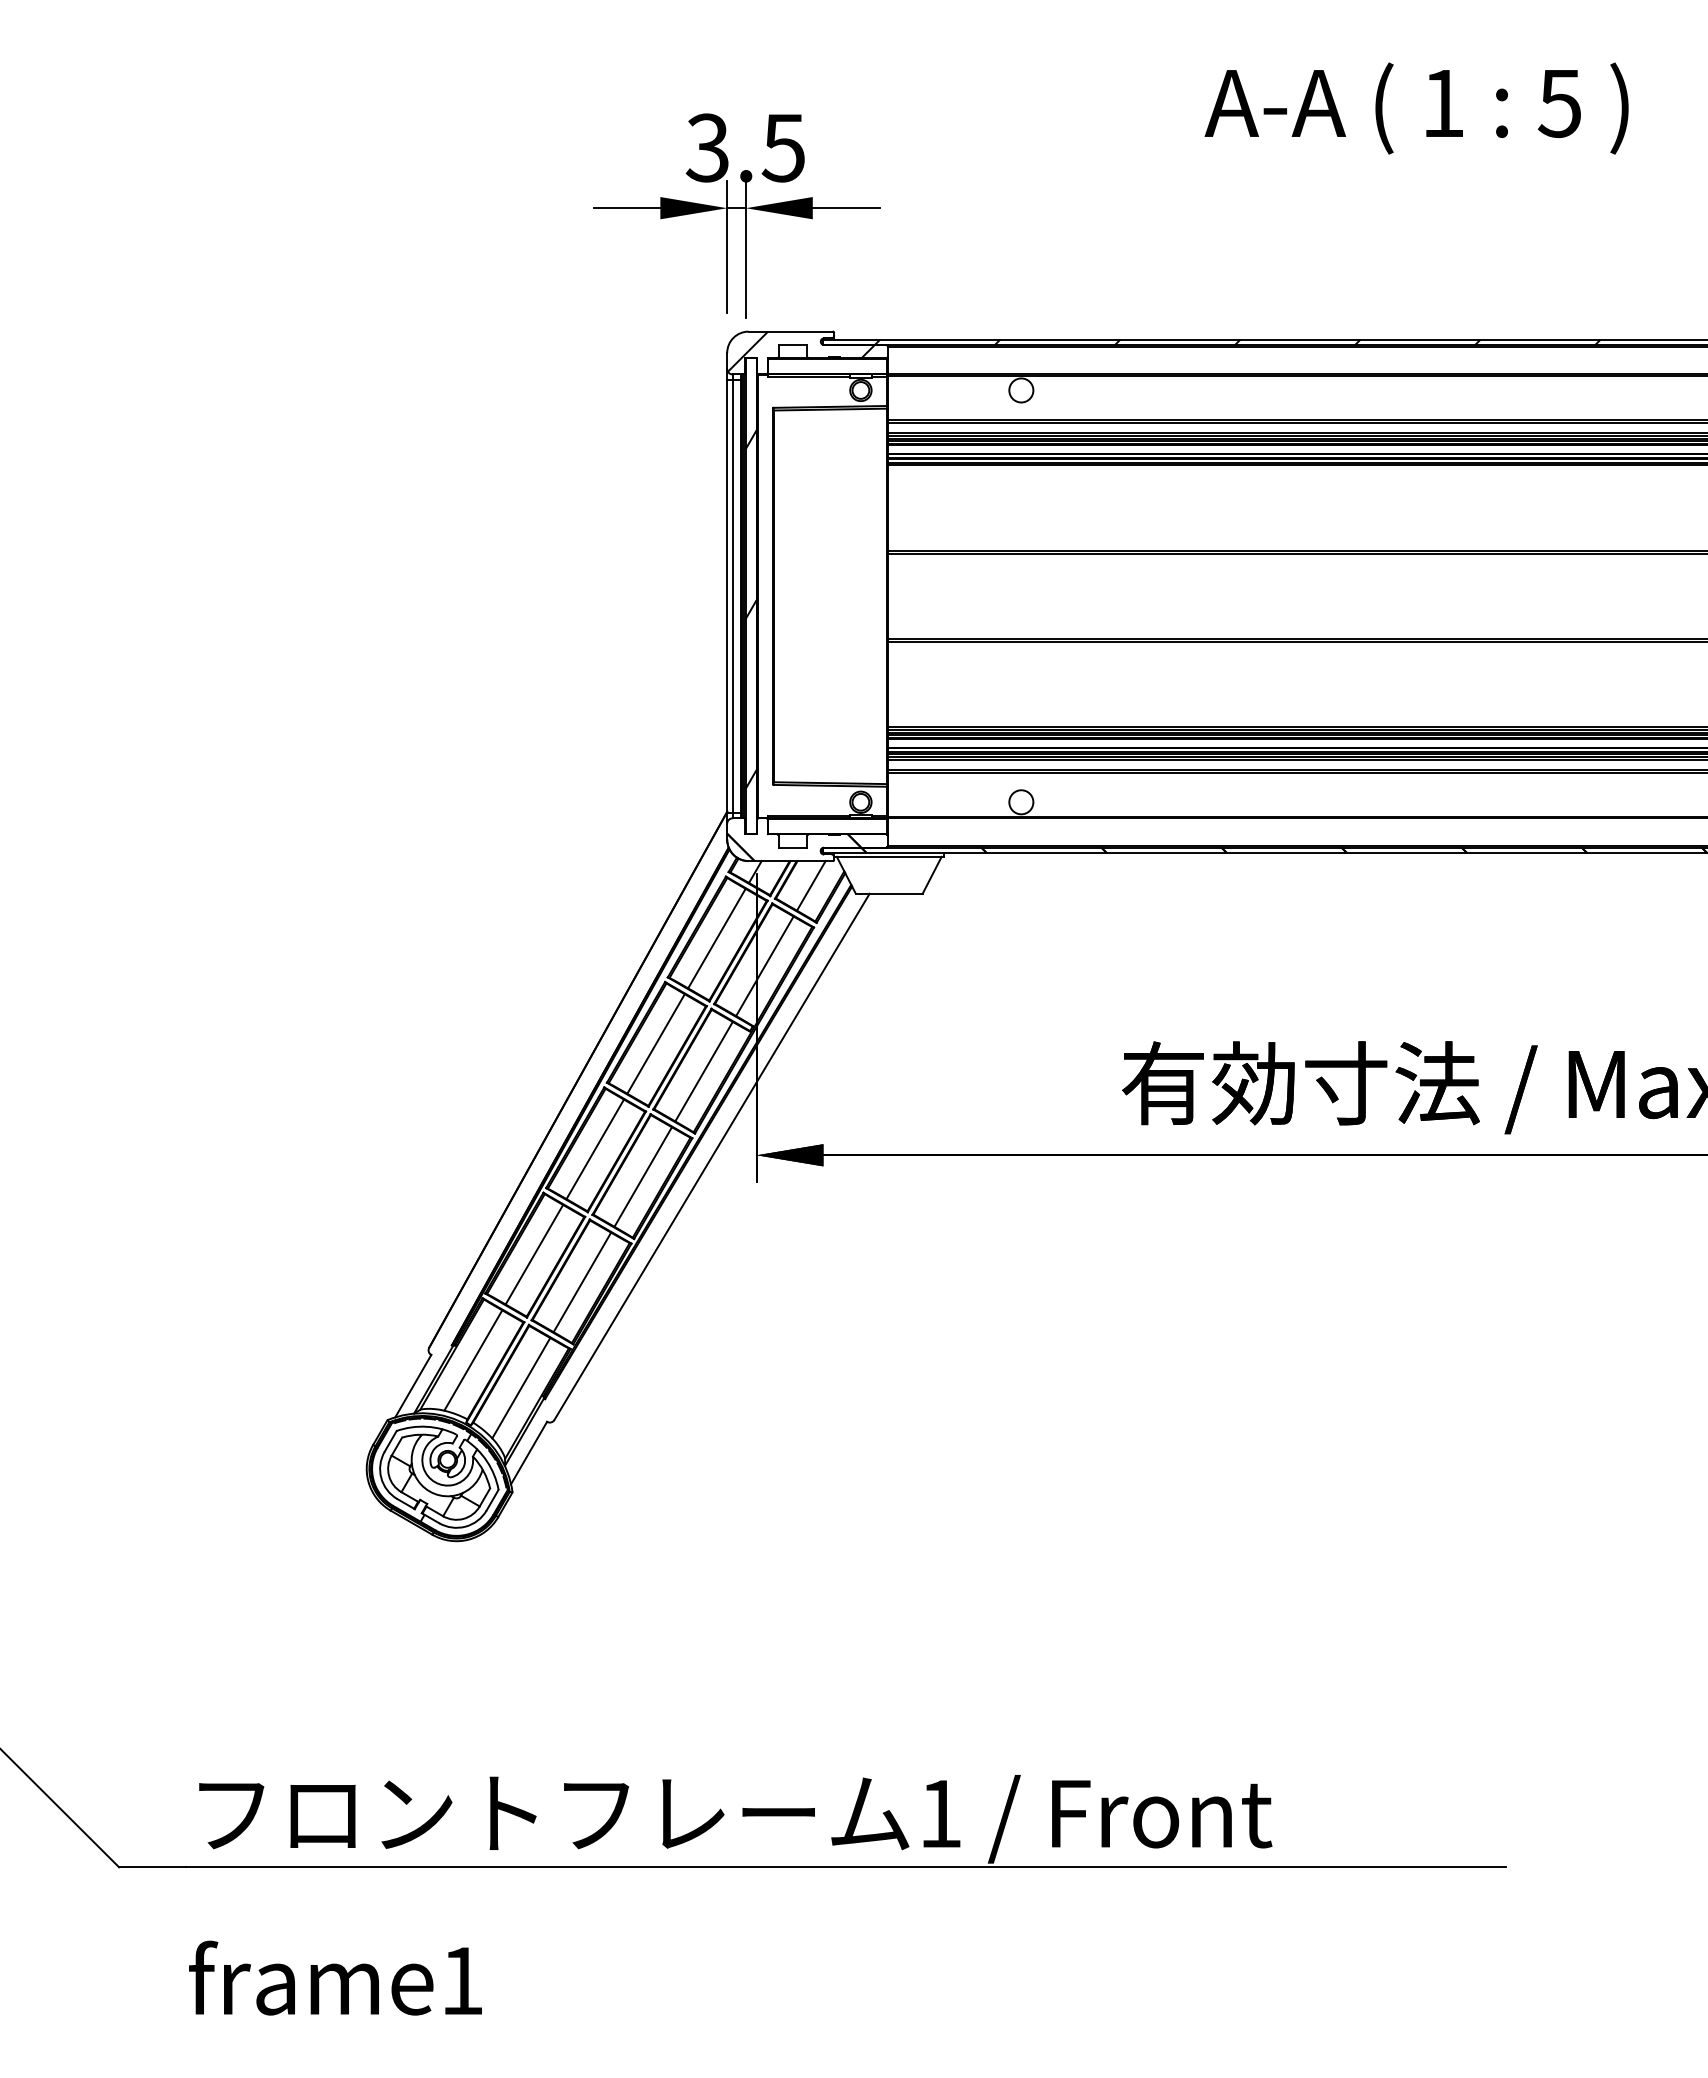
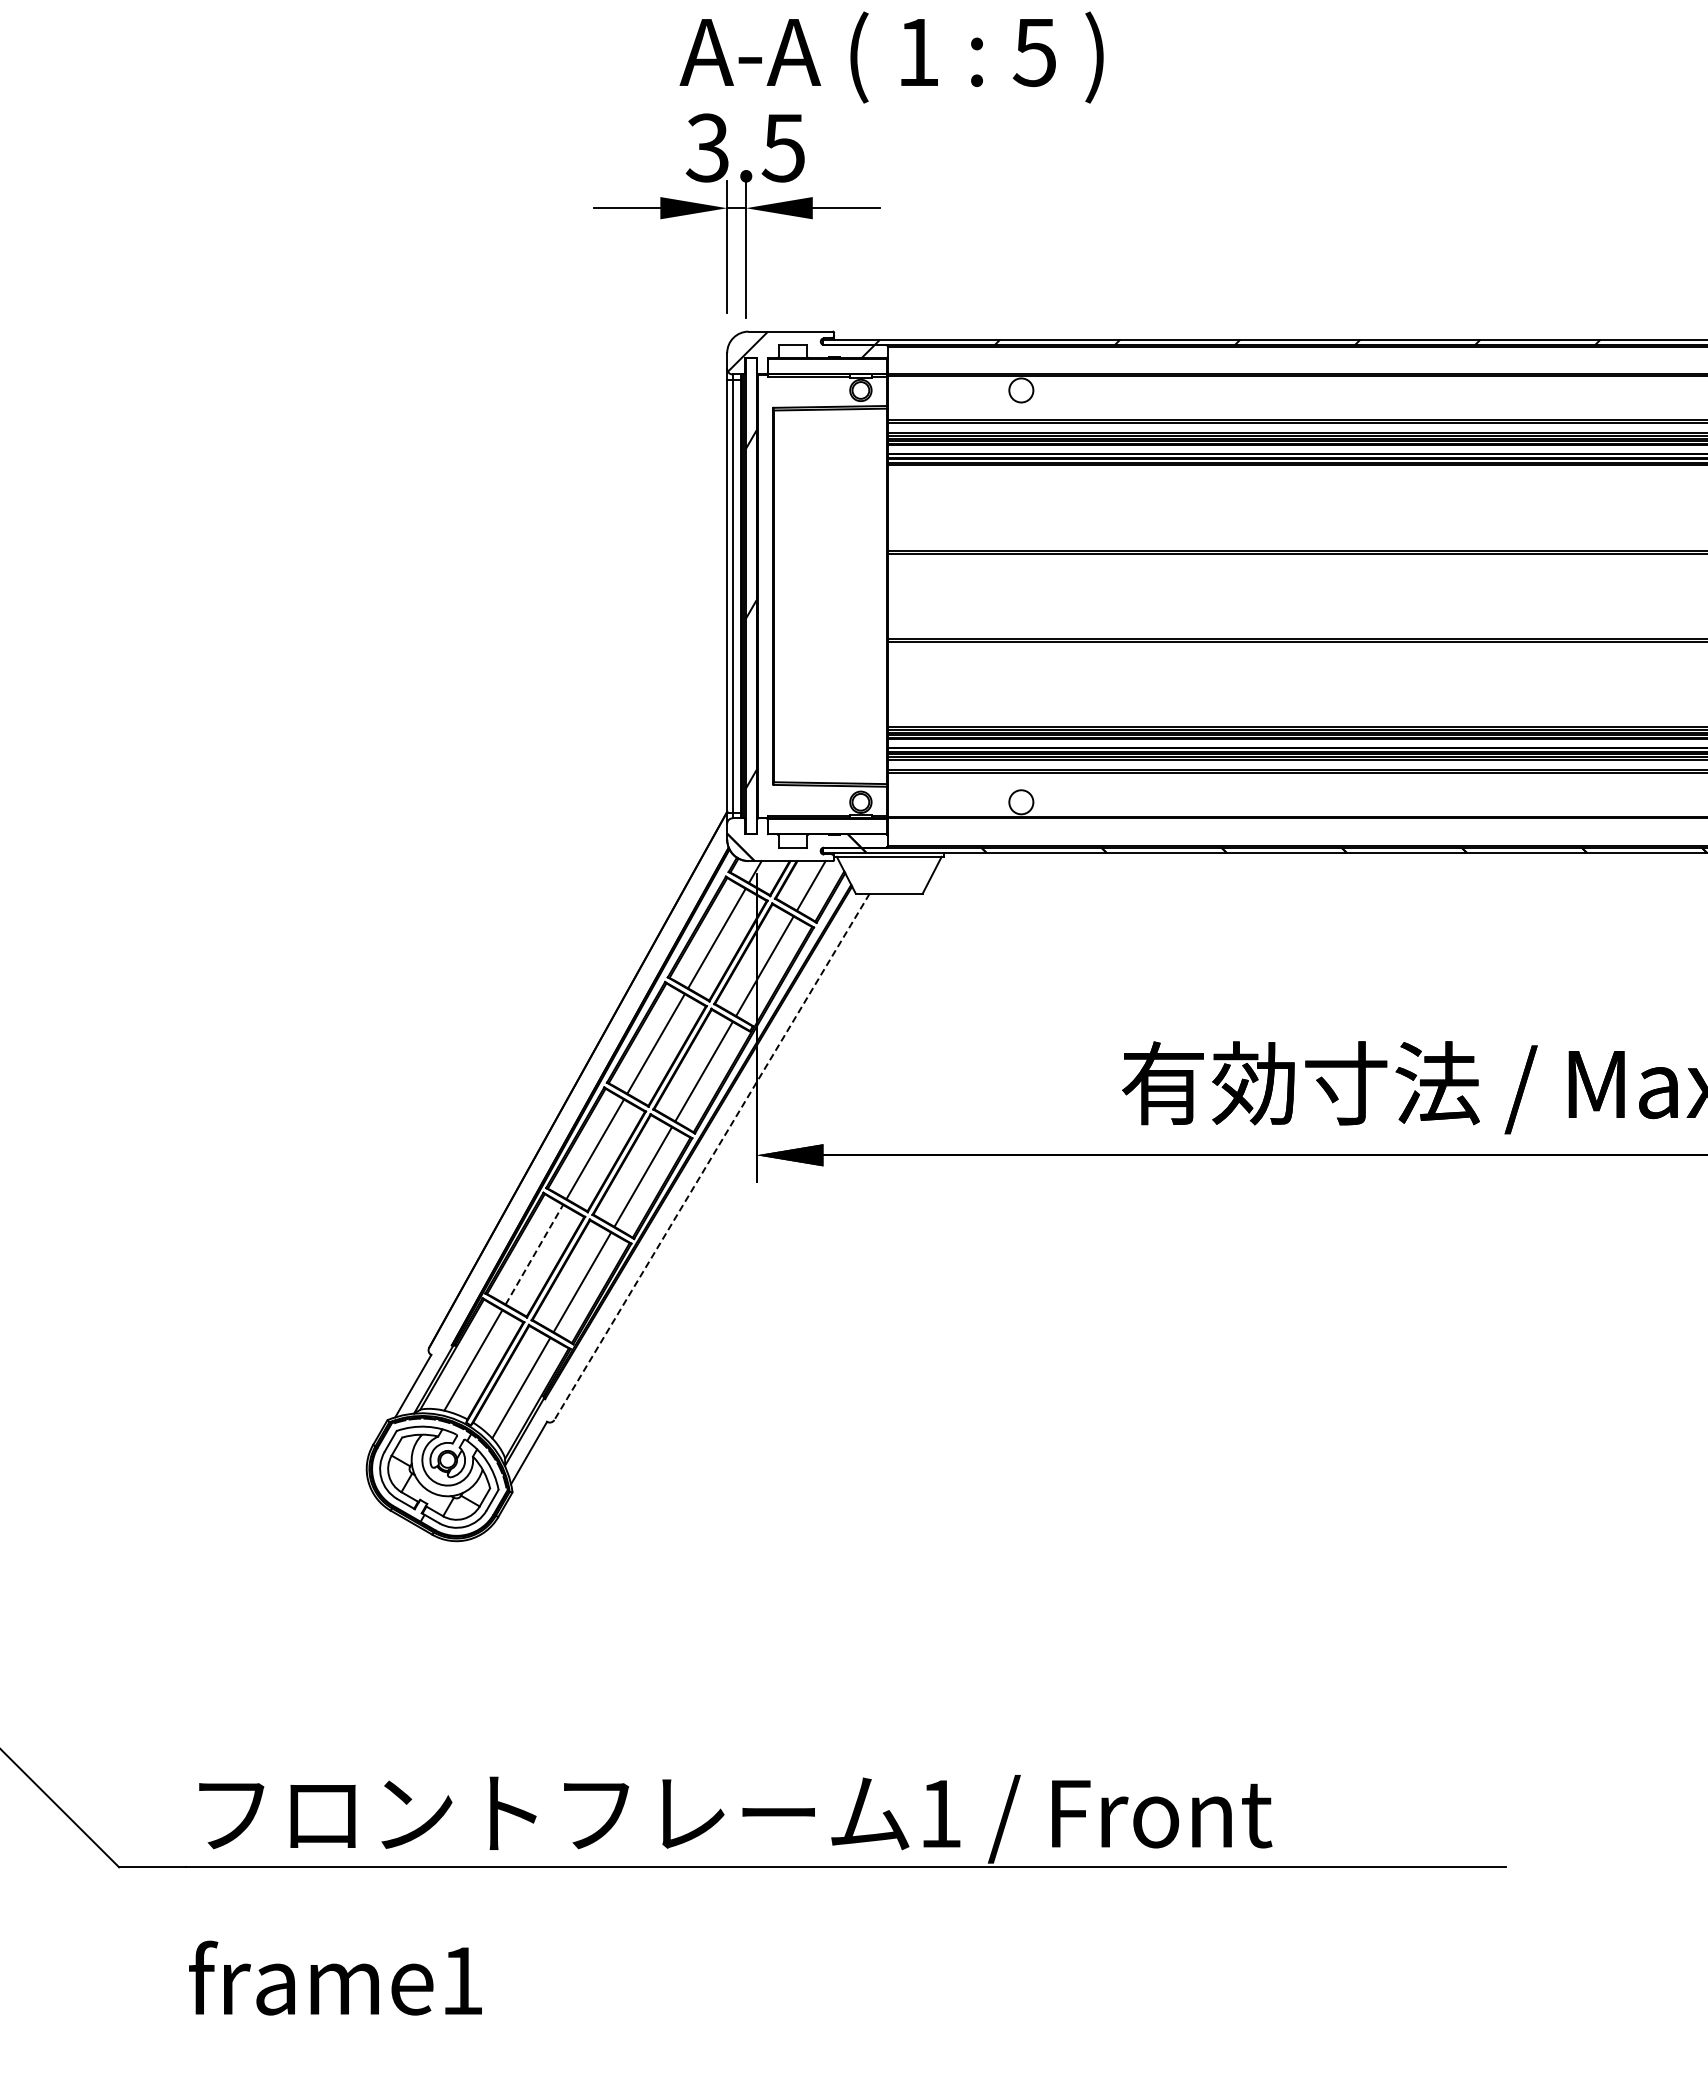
text at (1416, 108) position: (1416, 108) -> (891, 57)
line at (712, 1156): solid -> dashed
line at (534, 1254): solid -> dashed
